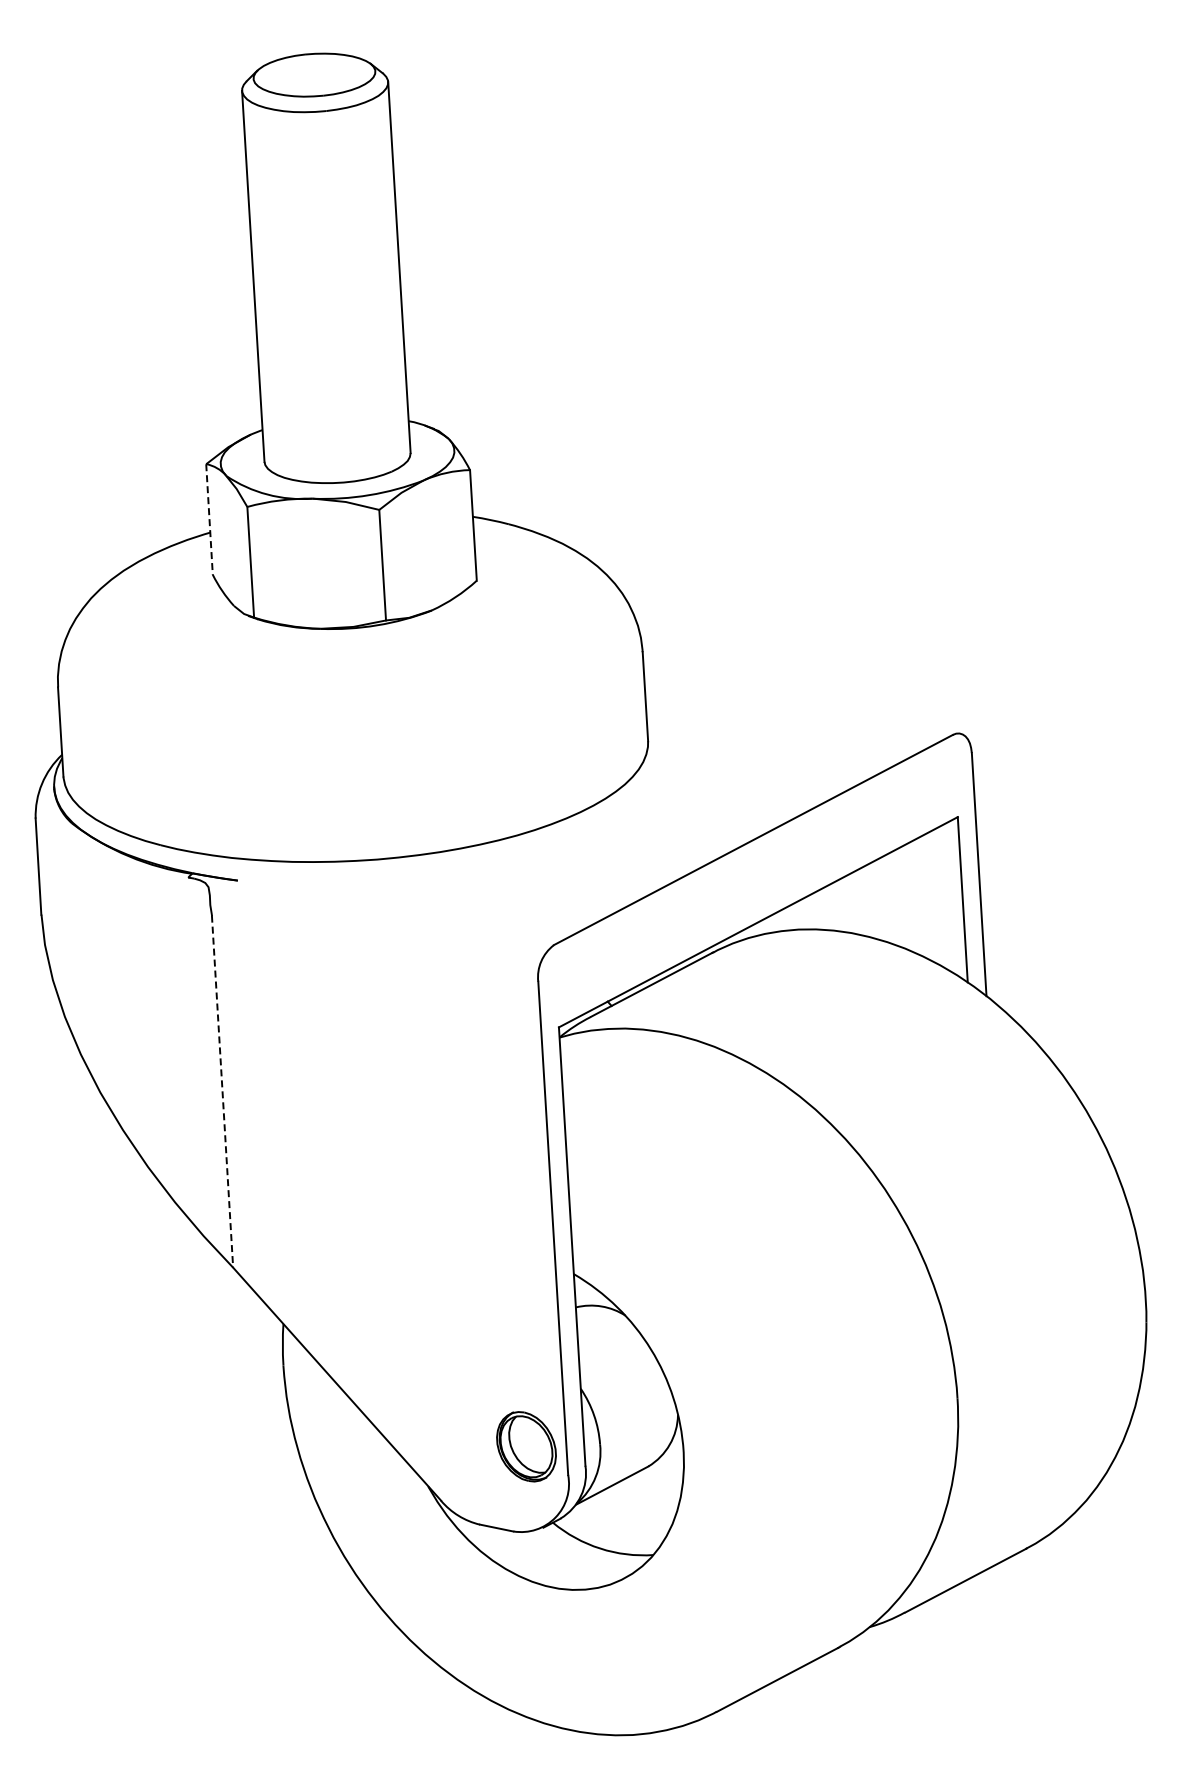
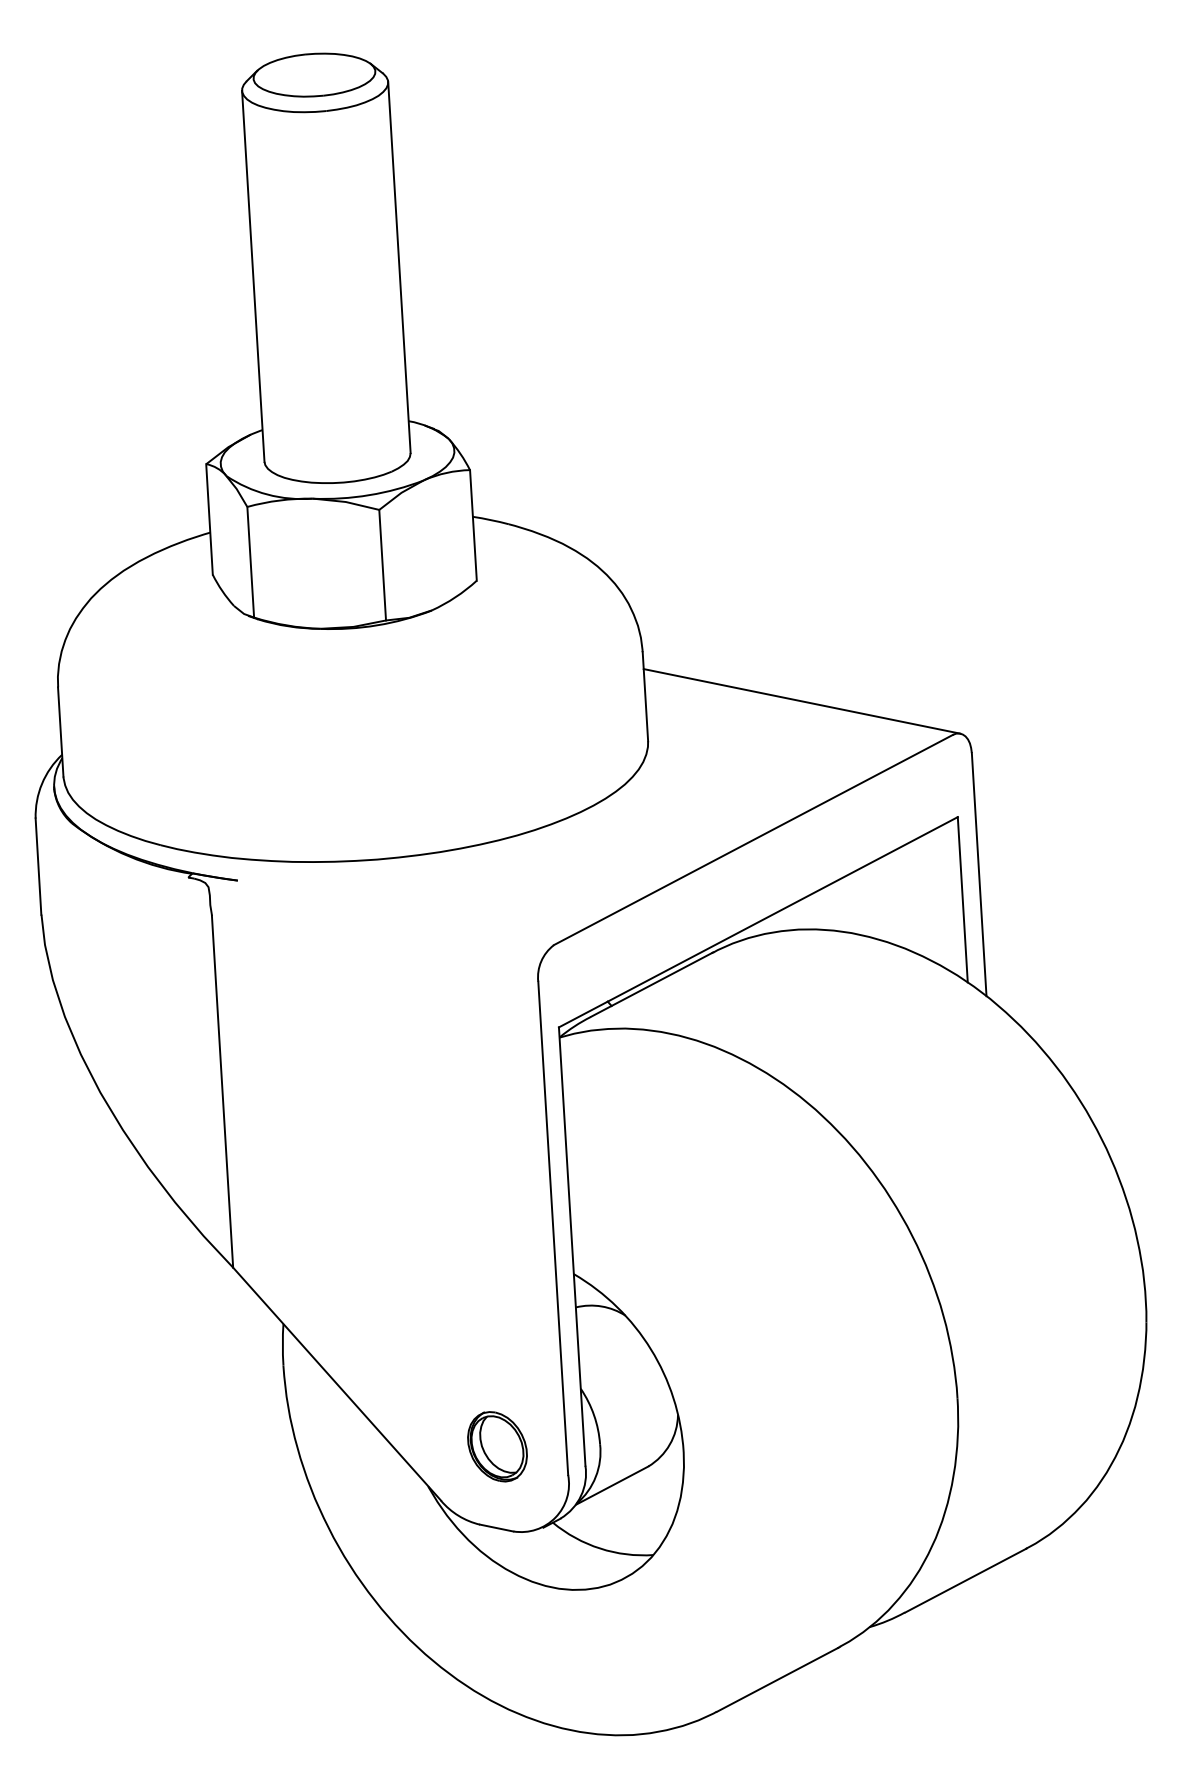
line at (209, 520): dashed -> solid
line at (801, 701): none -> present
line at (222, 1092): dashed -> solid
part at (526, 1446) position: (526, 1446) -> (497, 1446)
